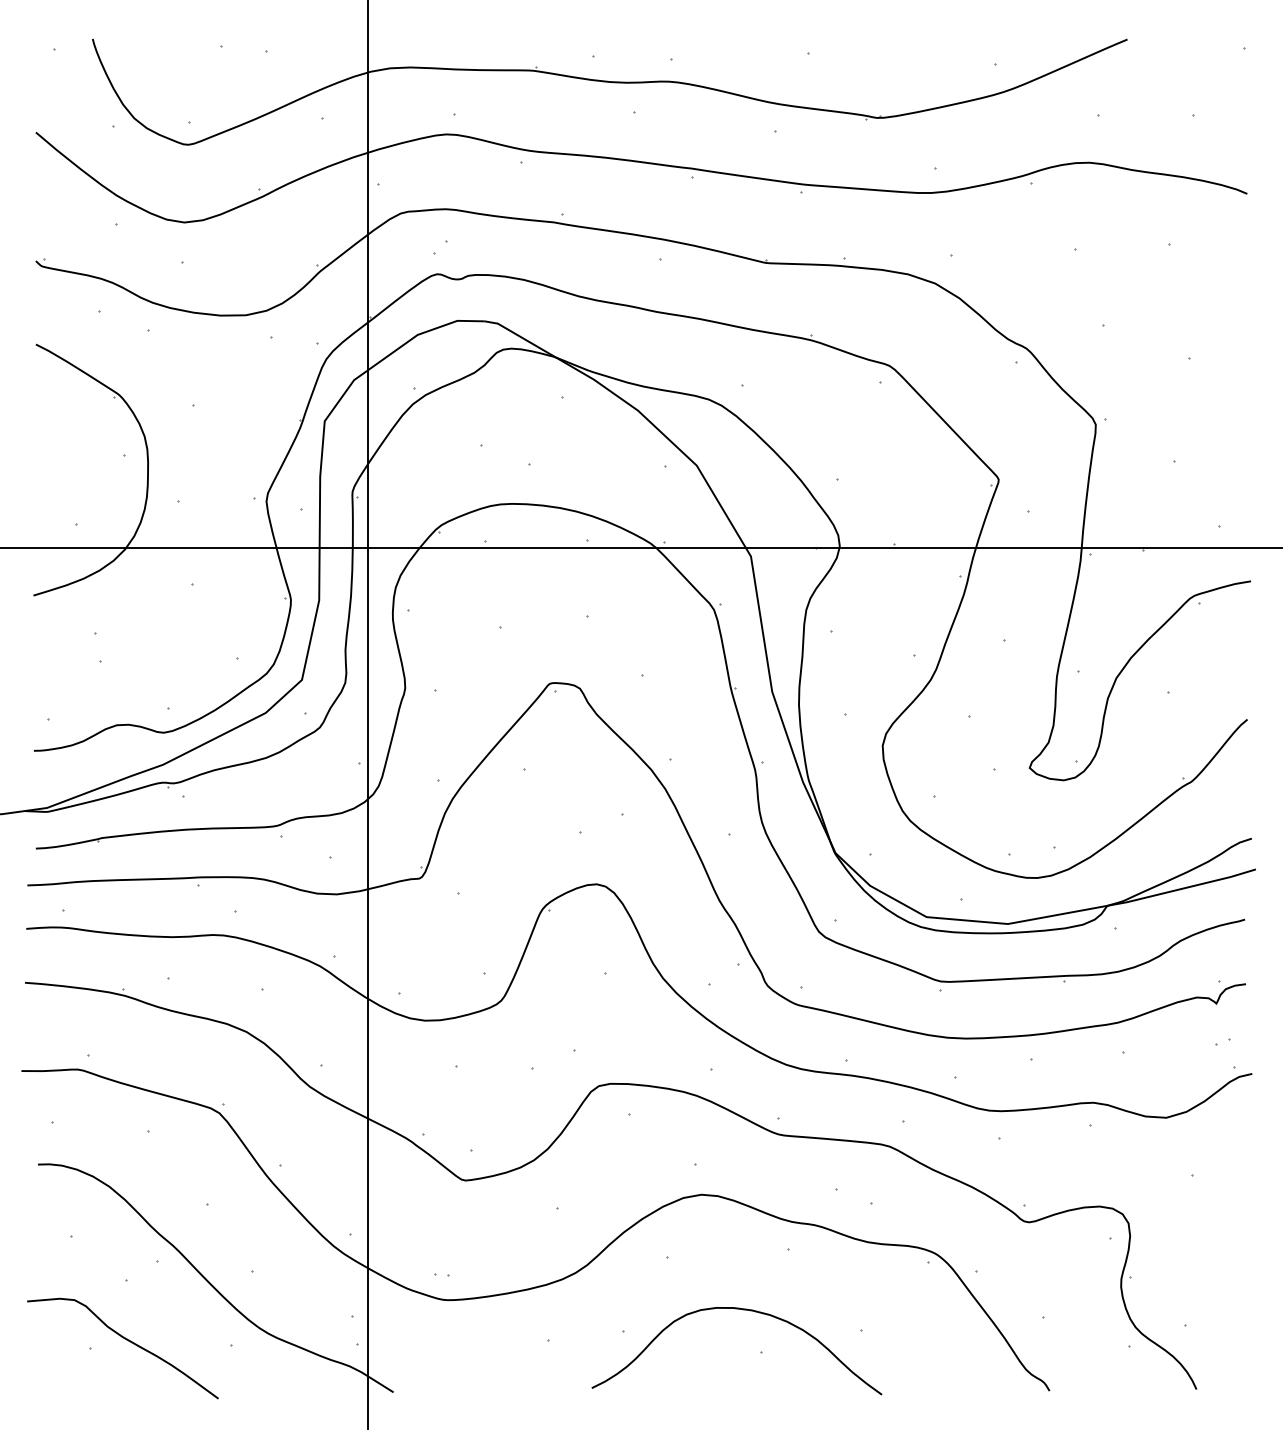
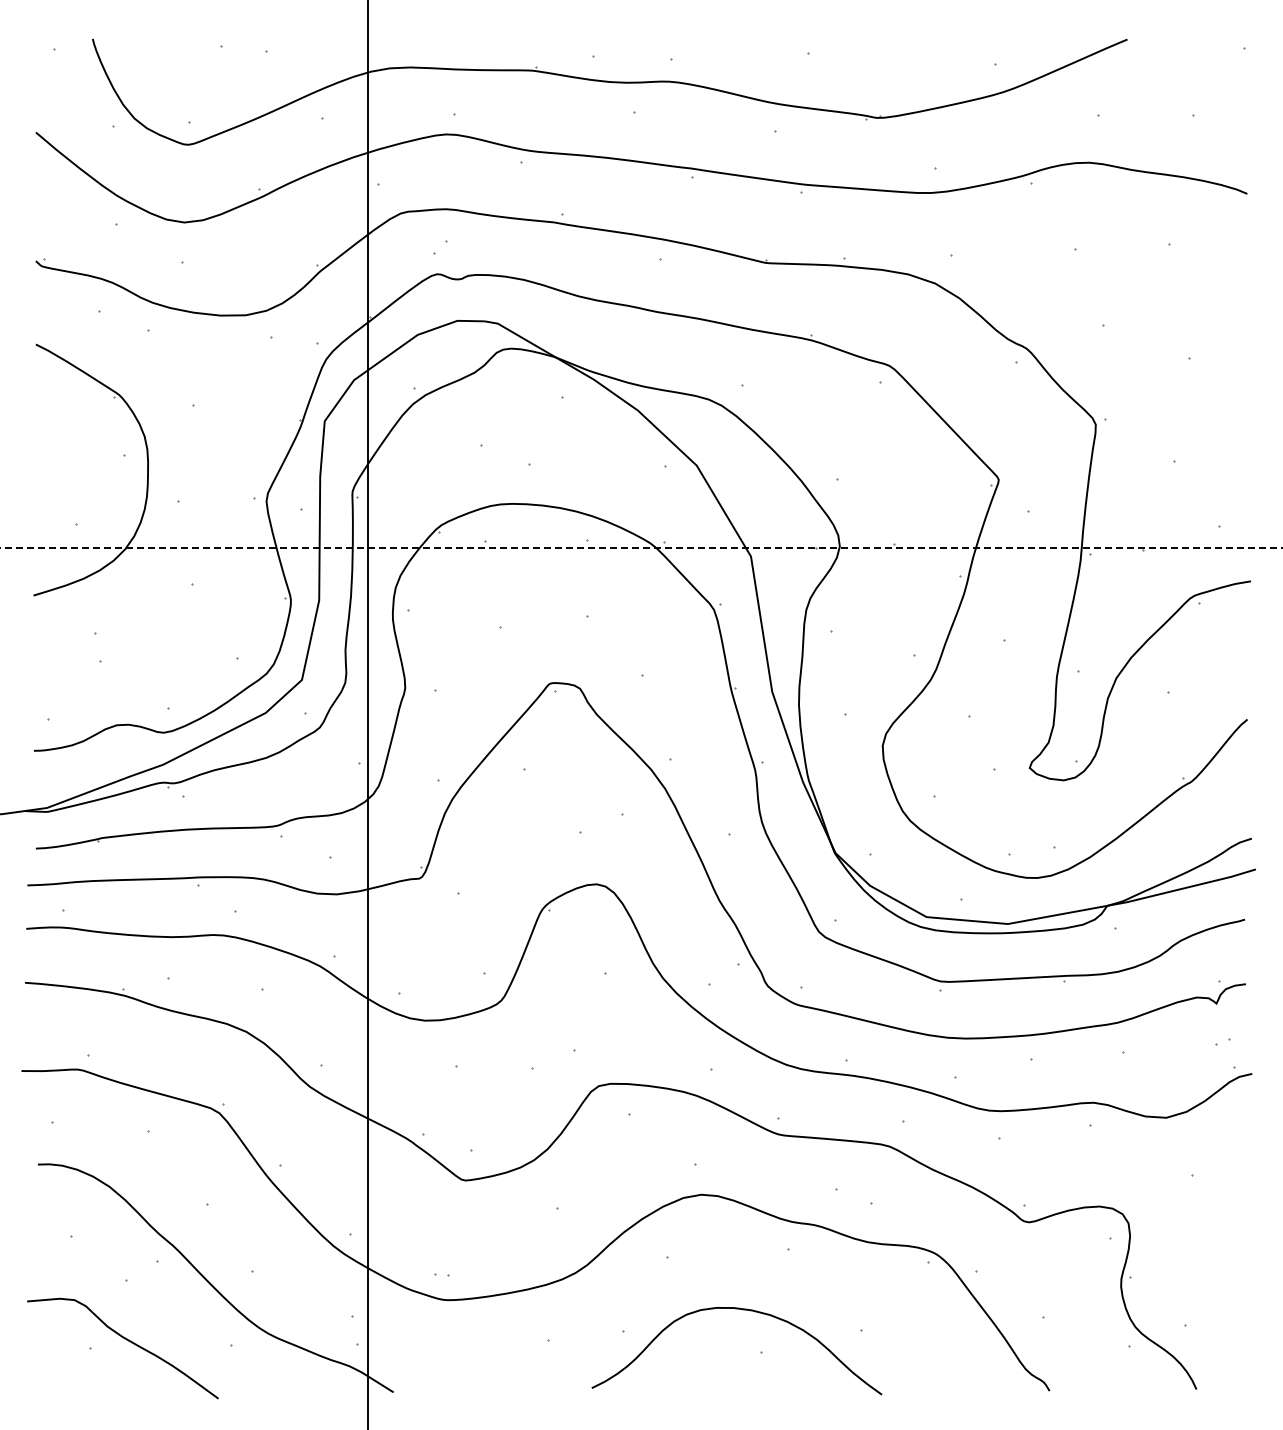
line at (641, 547): solid -> dashed
